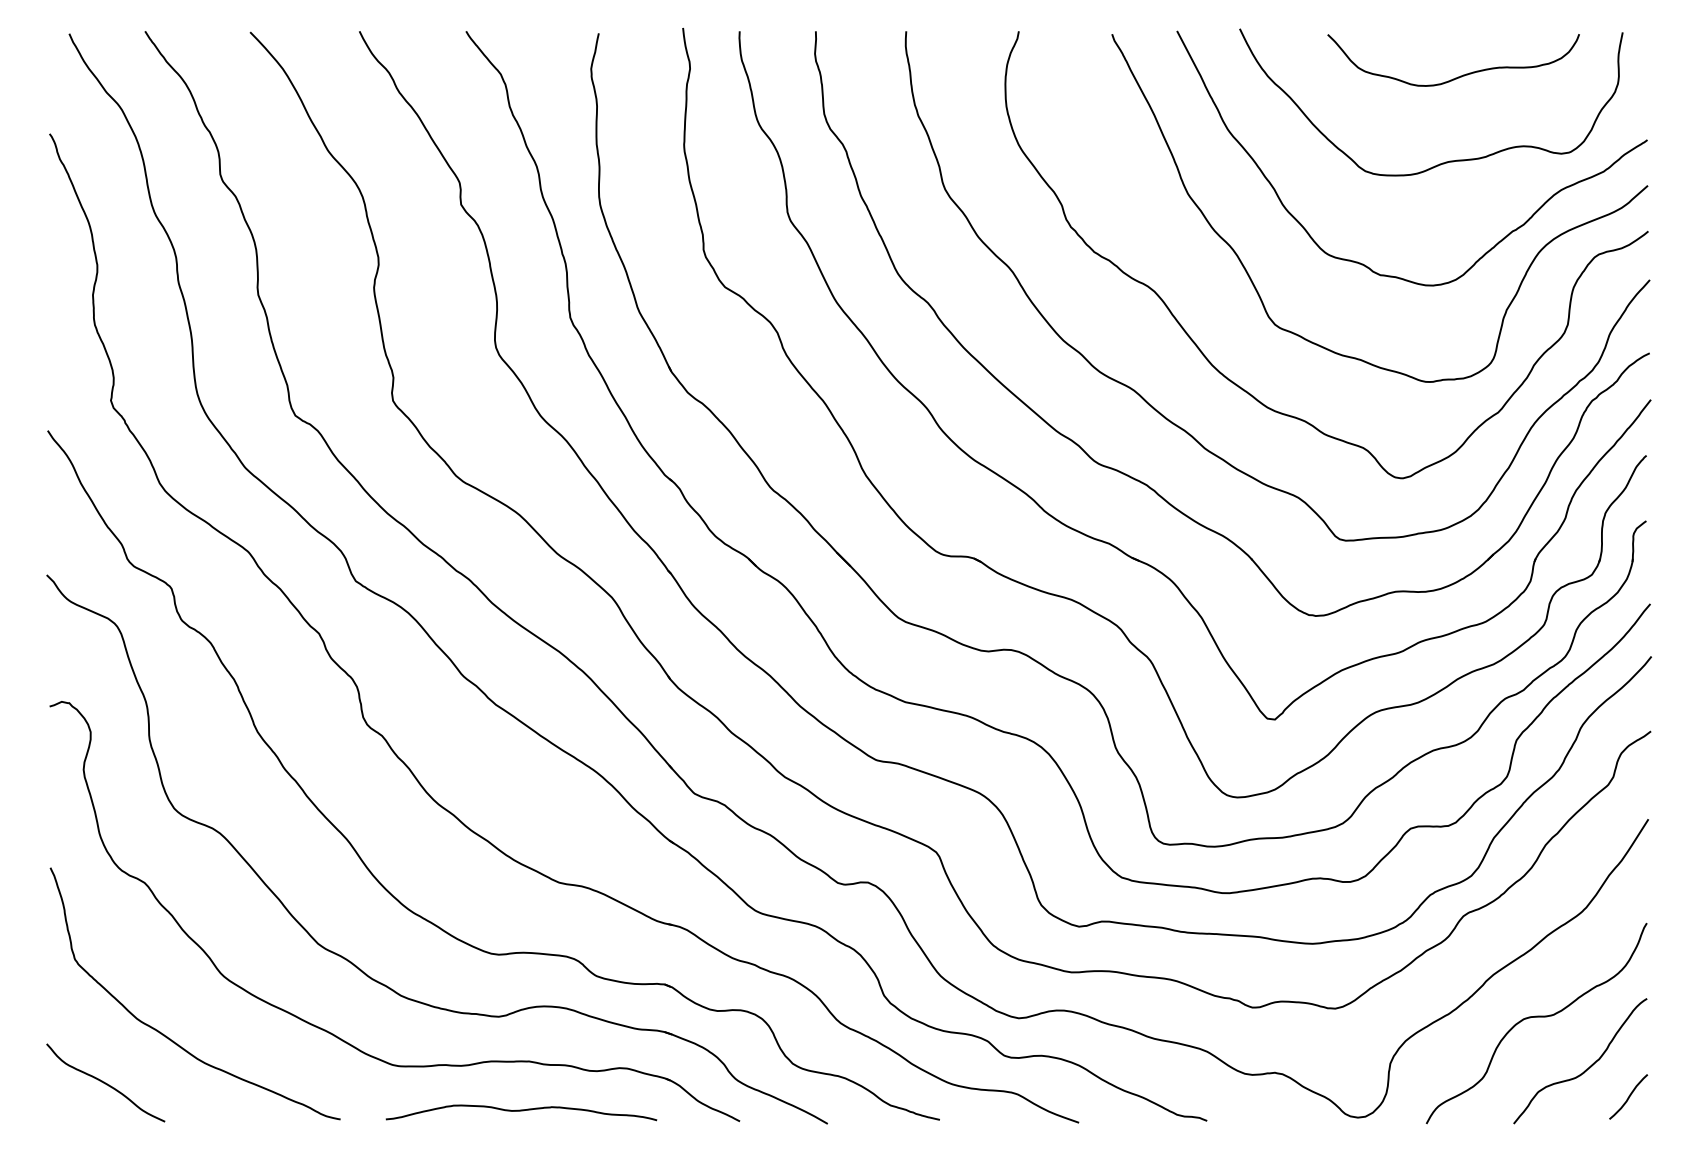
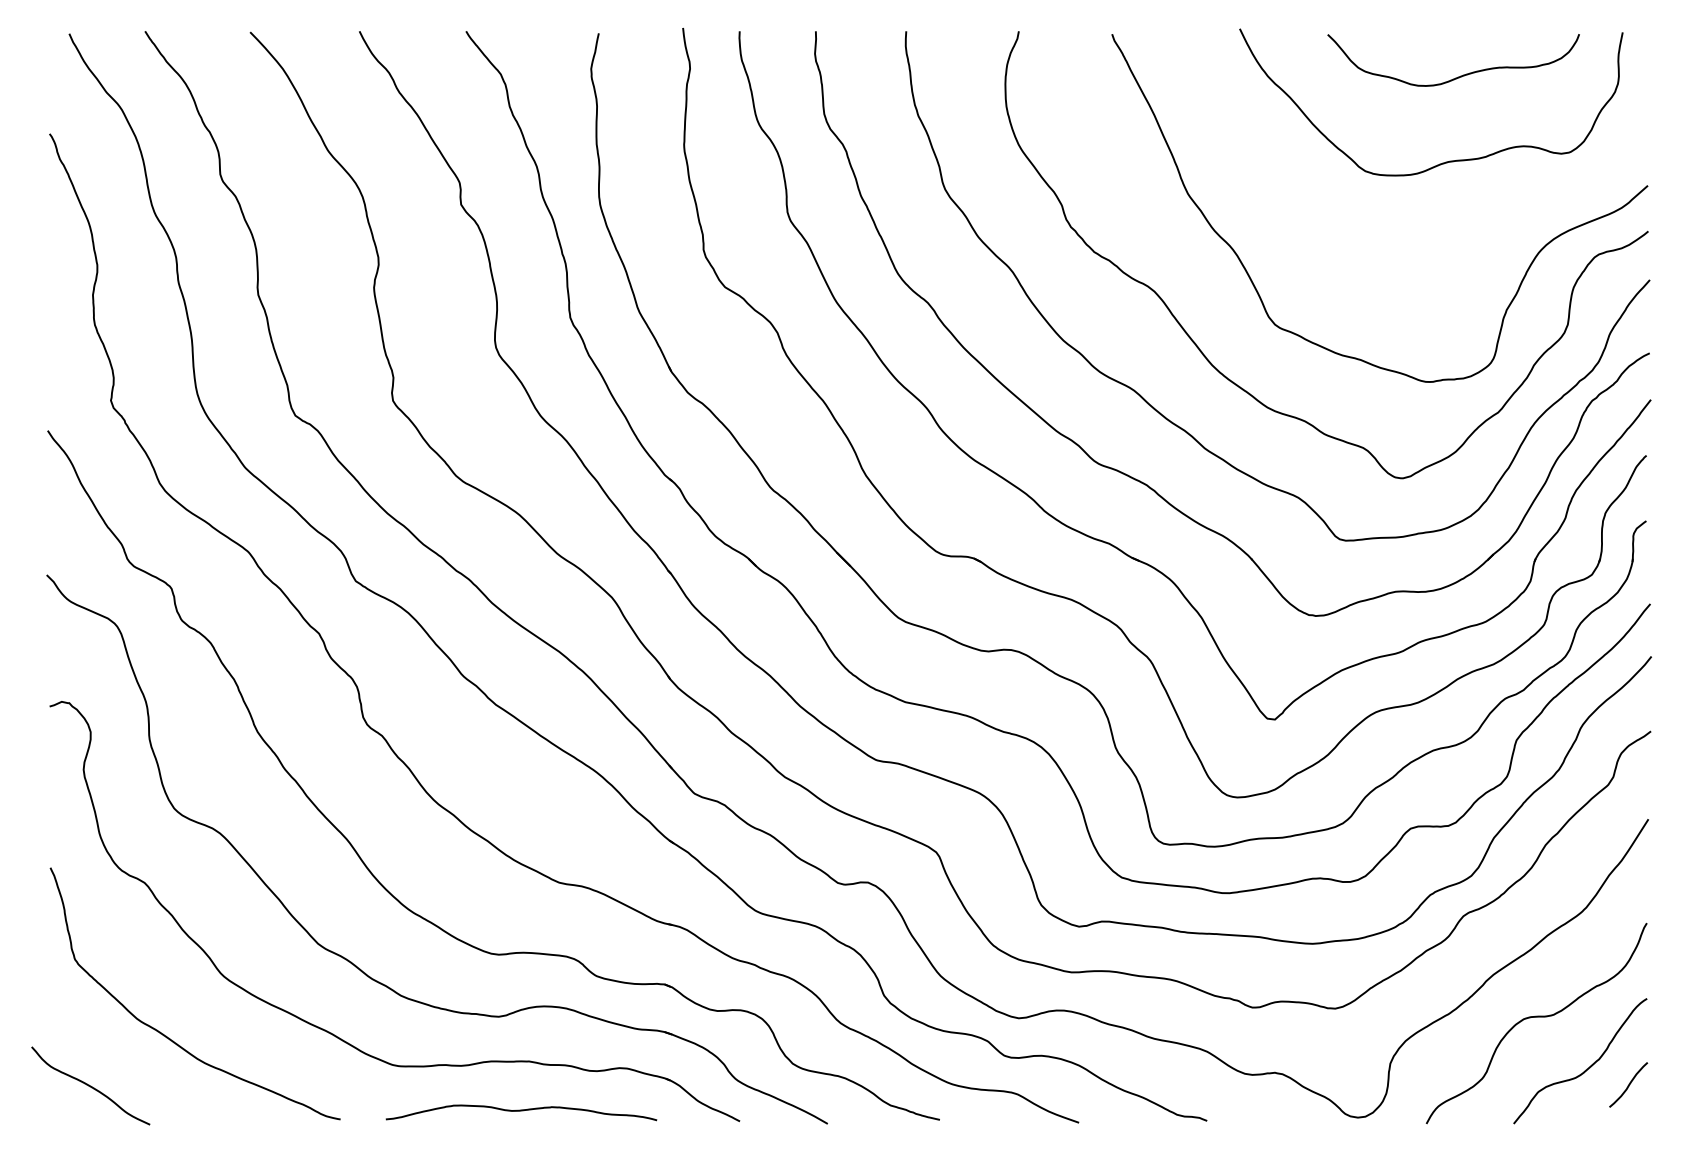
curve at (1363, 263): present -> none
curve at (105, 1082) position: (105, 1082) -> (90, 1085)
curve at (1628, 1096) position: (1628, 1096) -> (1628, 1084)
